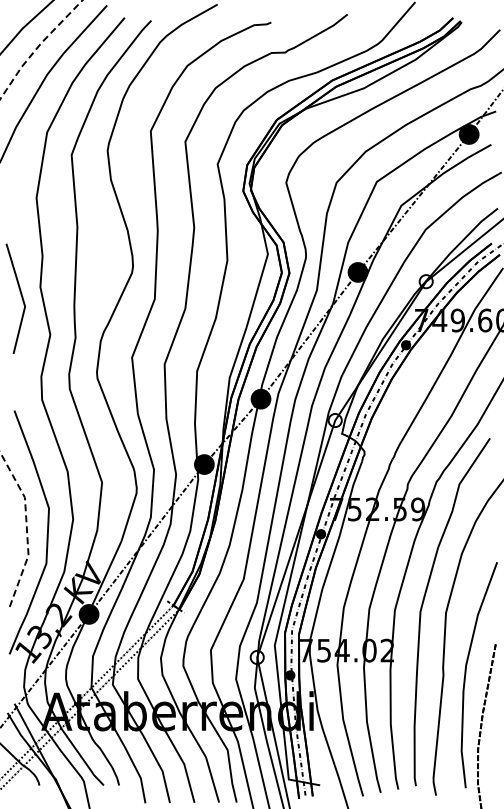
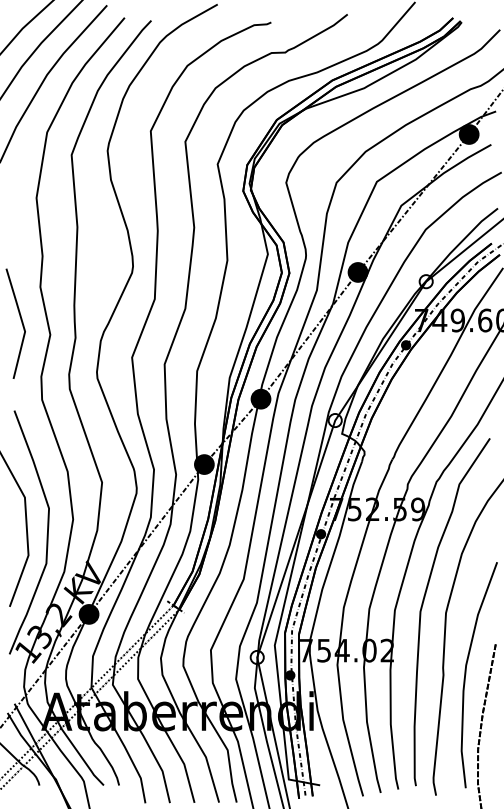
line at (38, 46): dashed -> solid
line at (20, 295) position: (20, 295) -> (20, 320)
line at (26, 527): dashed -> solid
